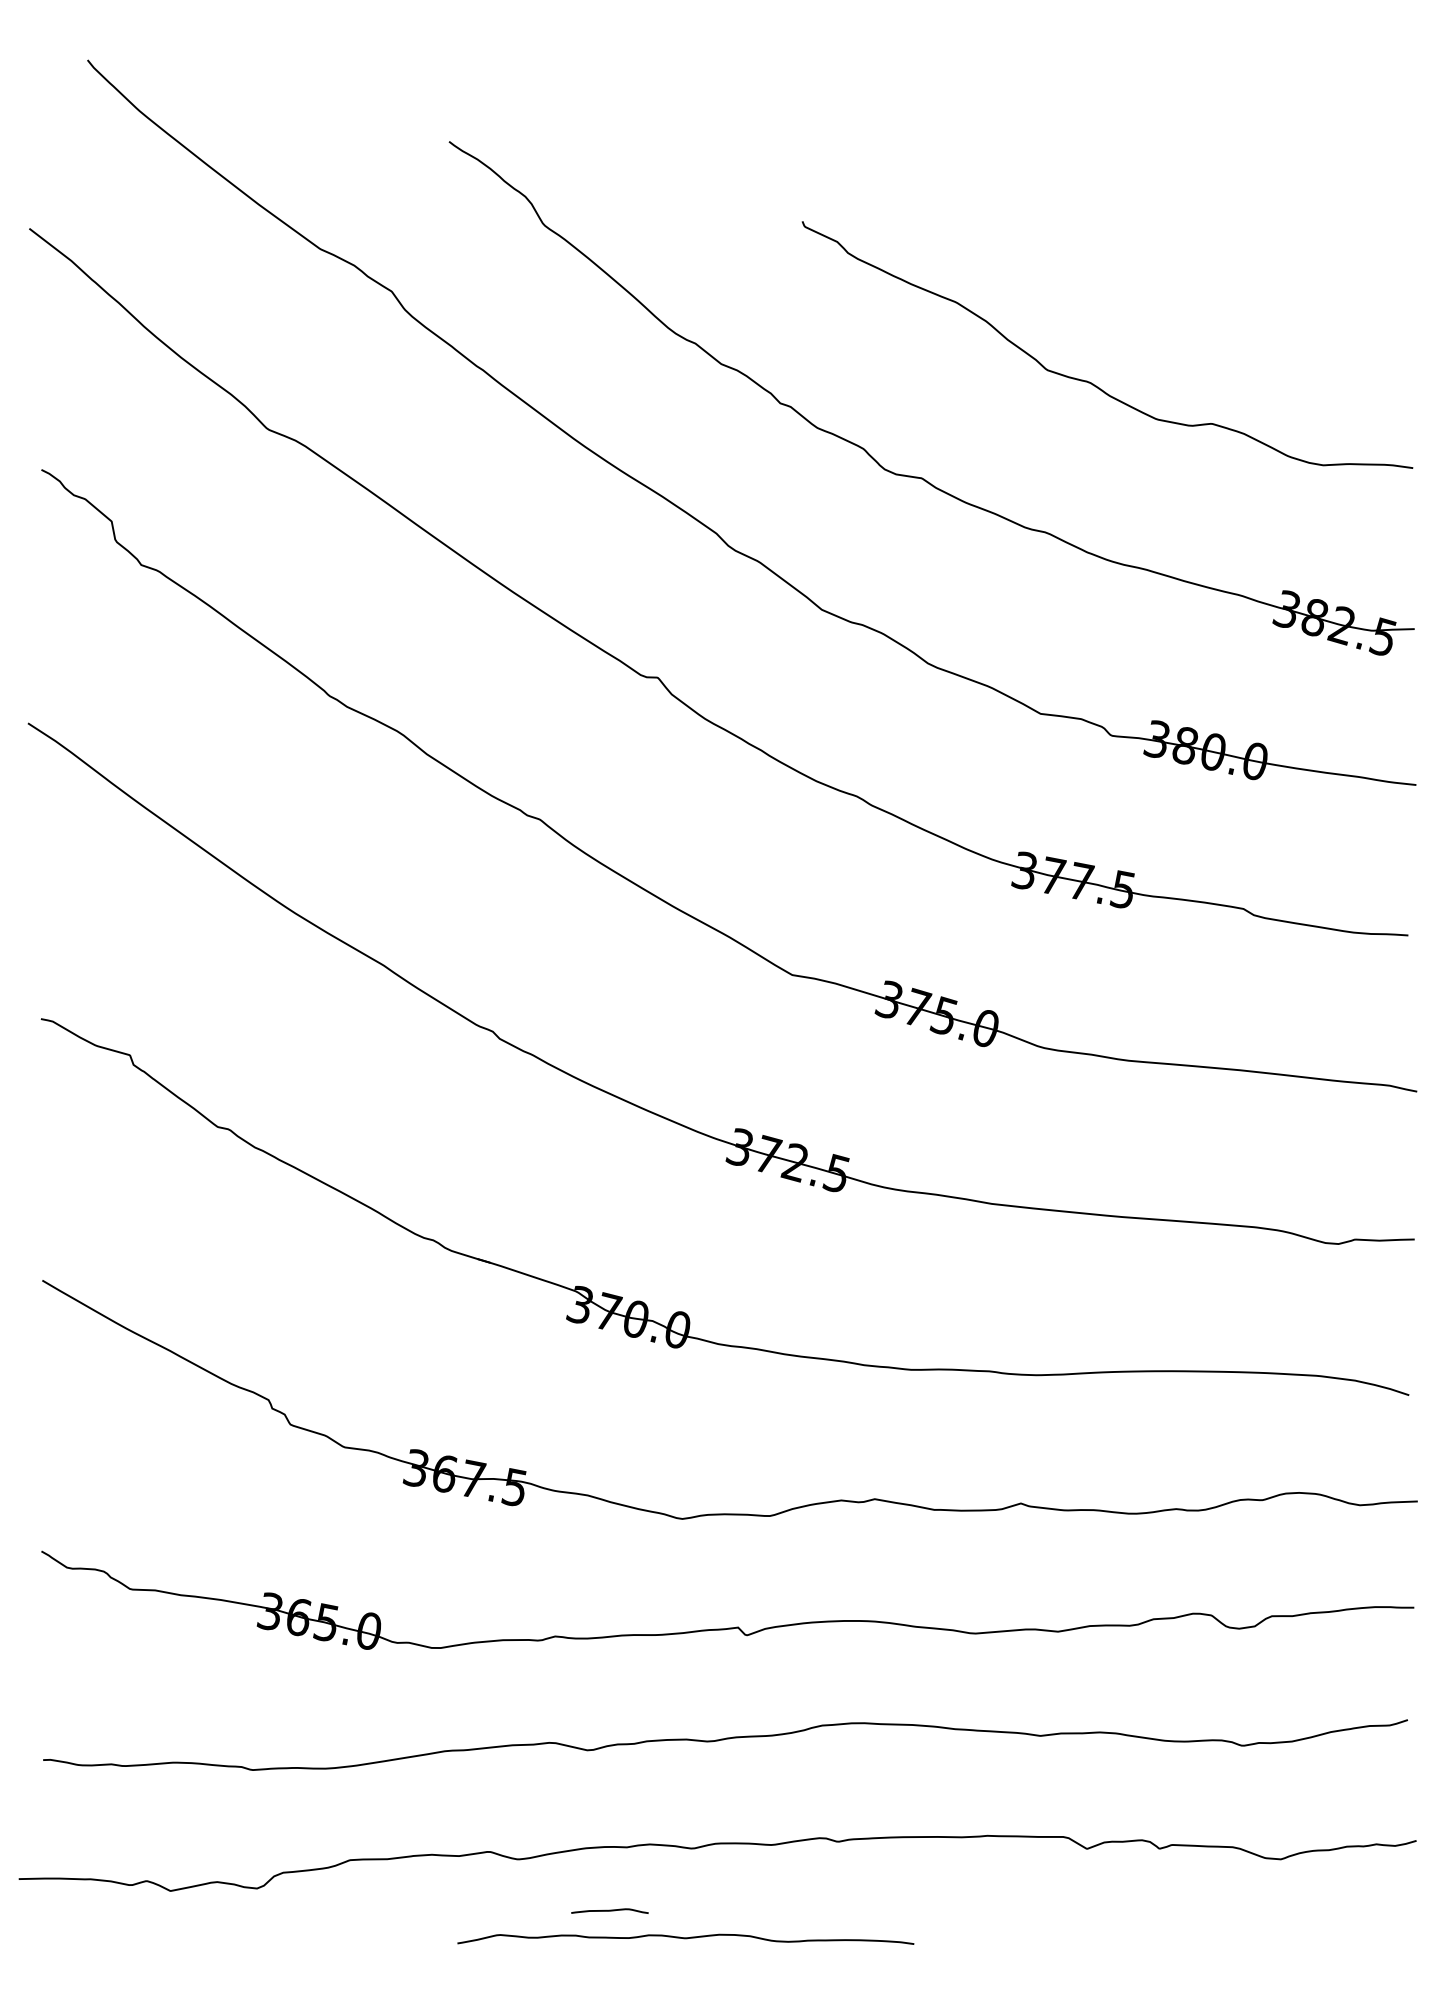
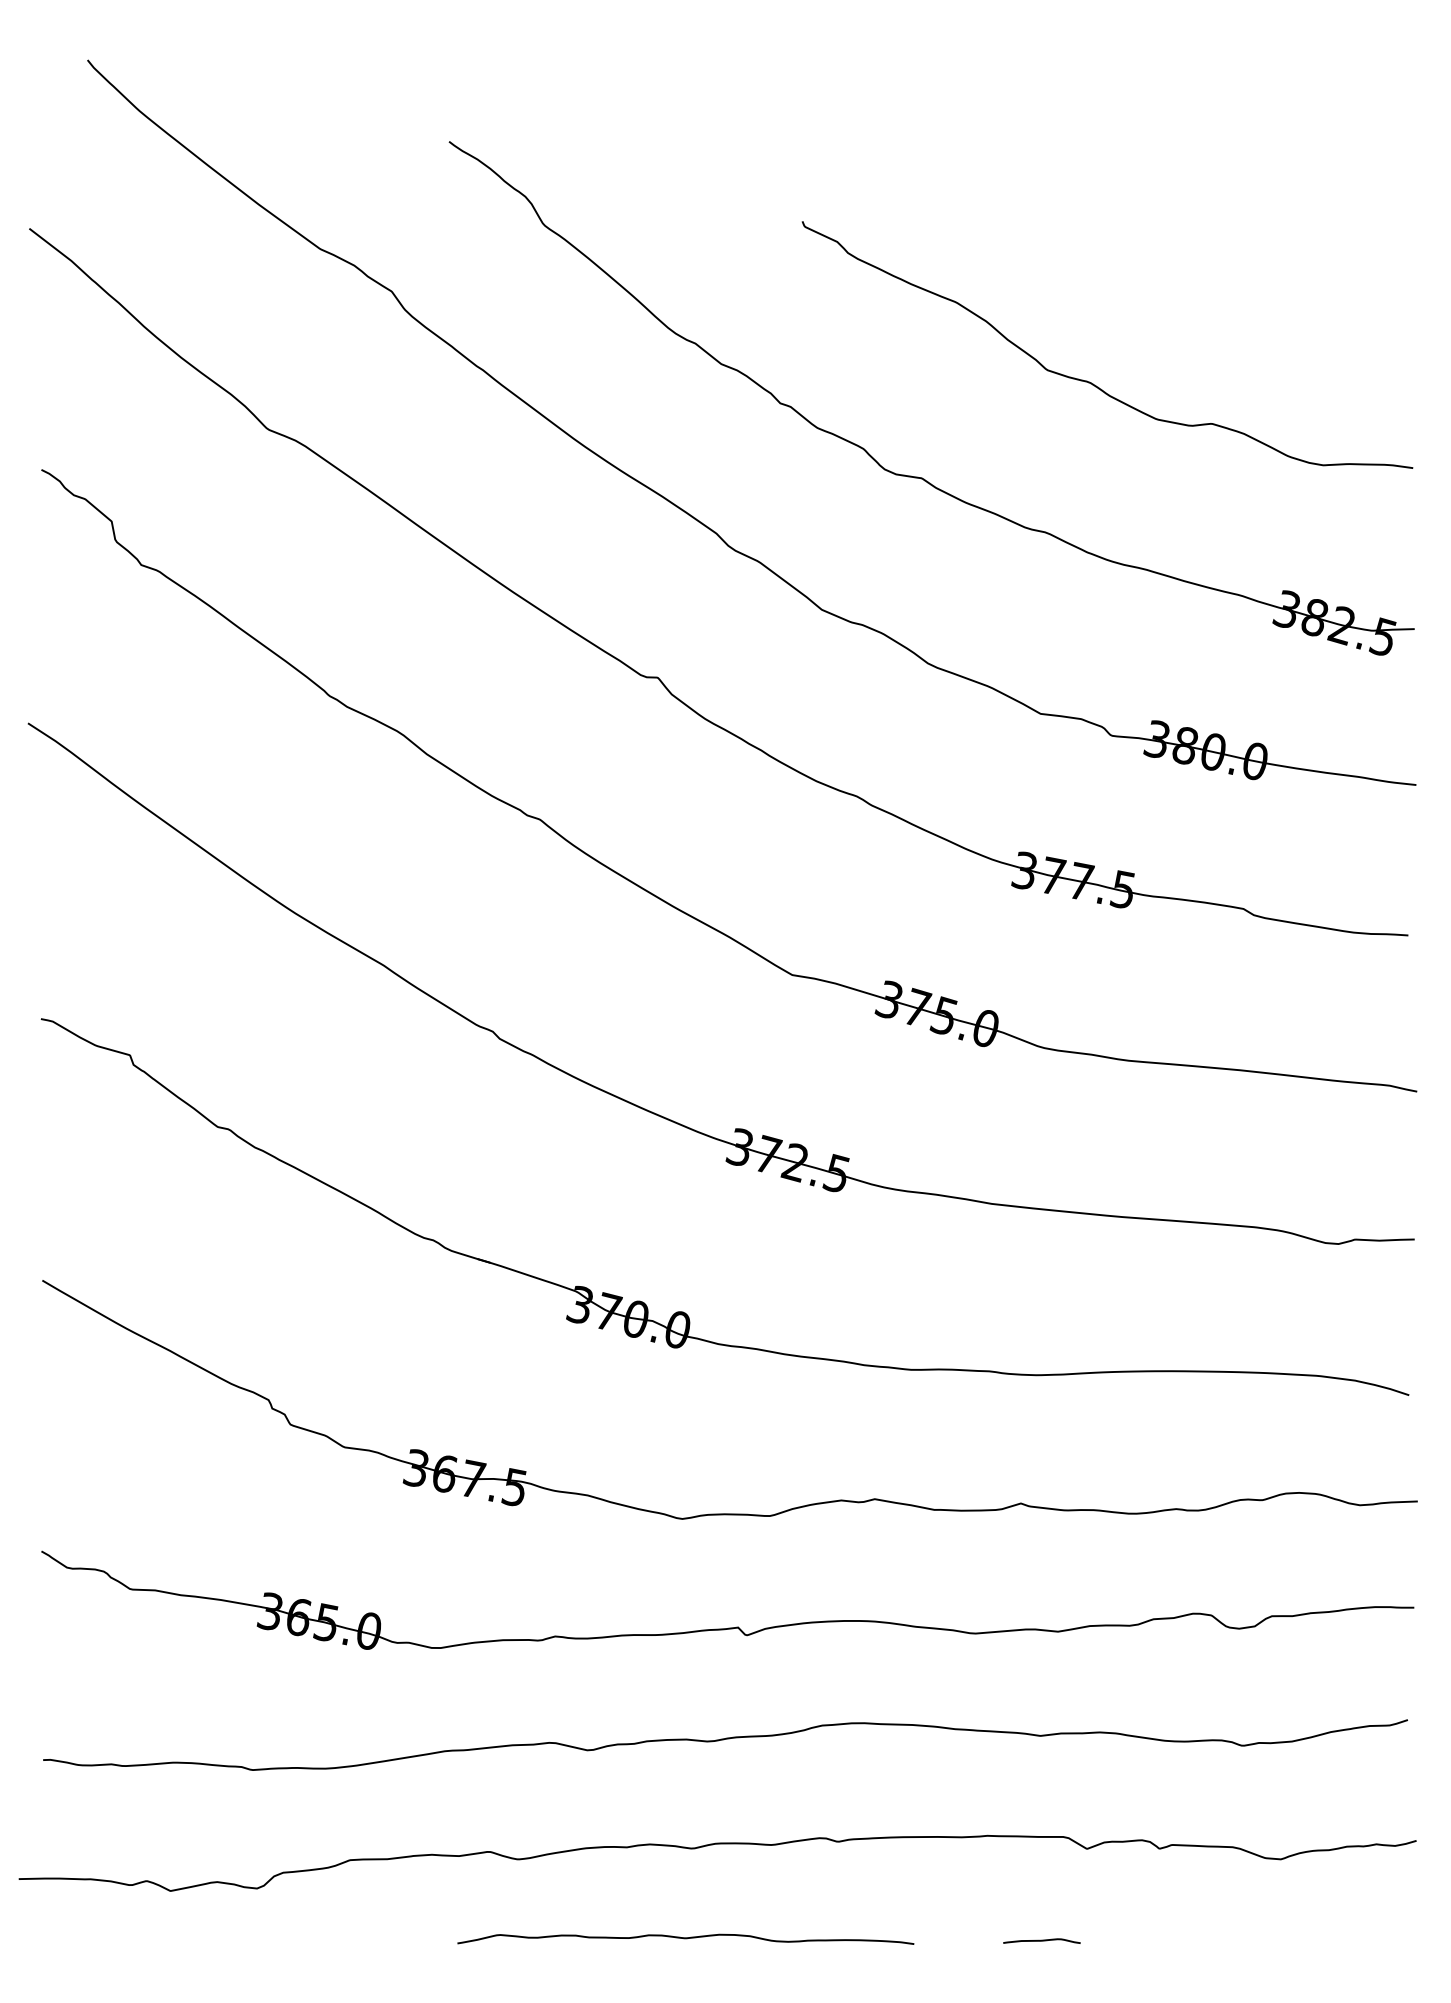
curve at (609, 1910) position: (609, 1910) -> (1041, 1940)
